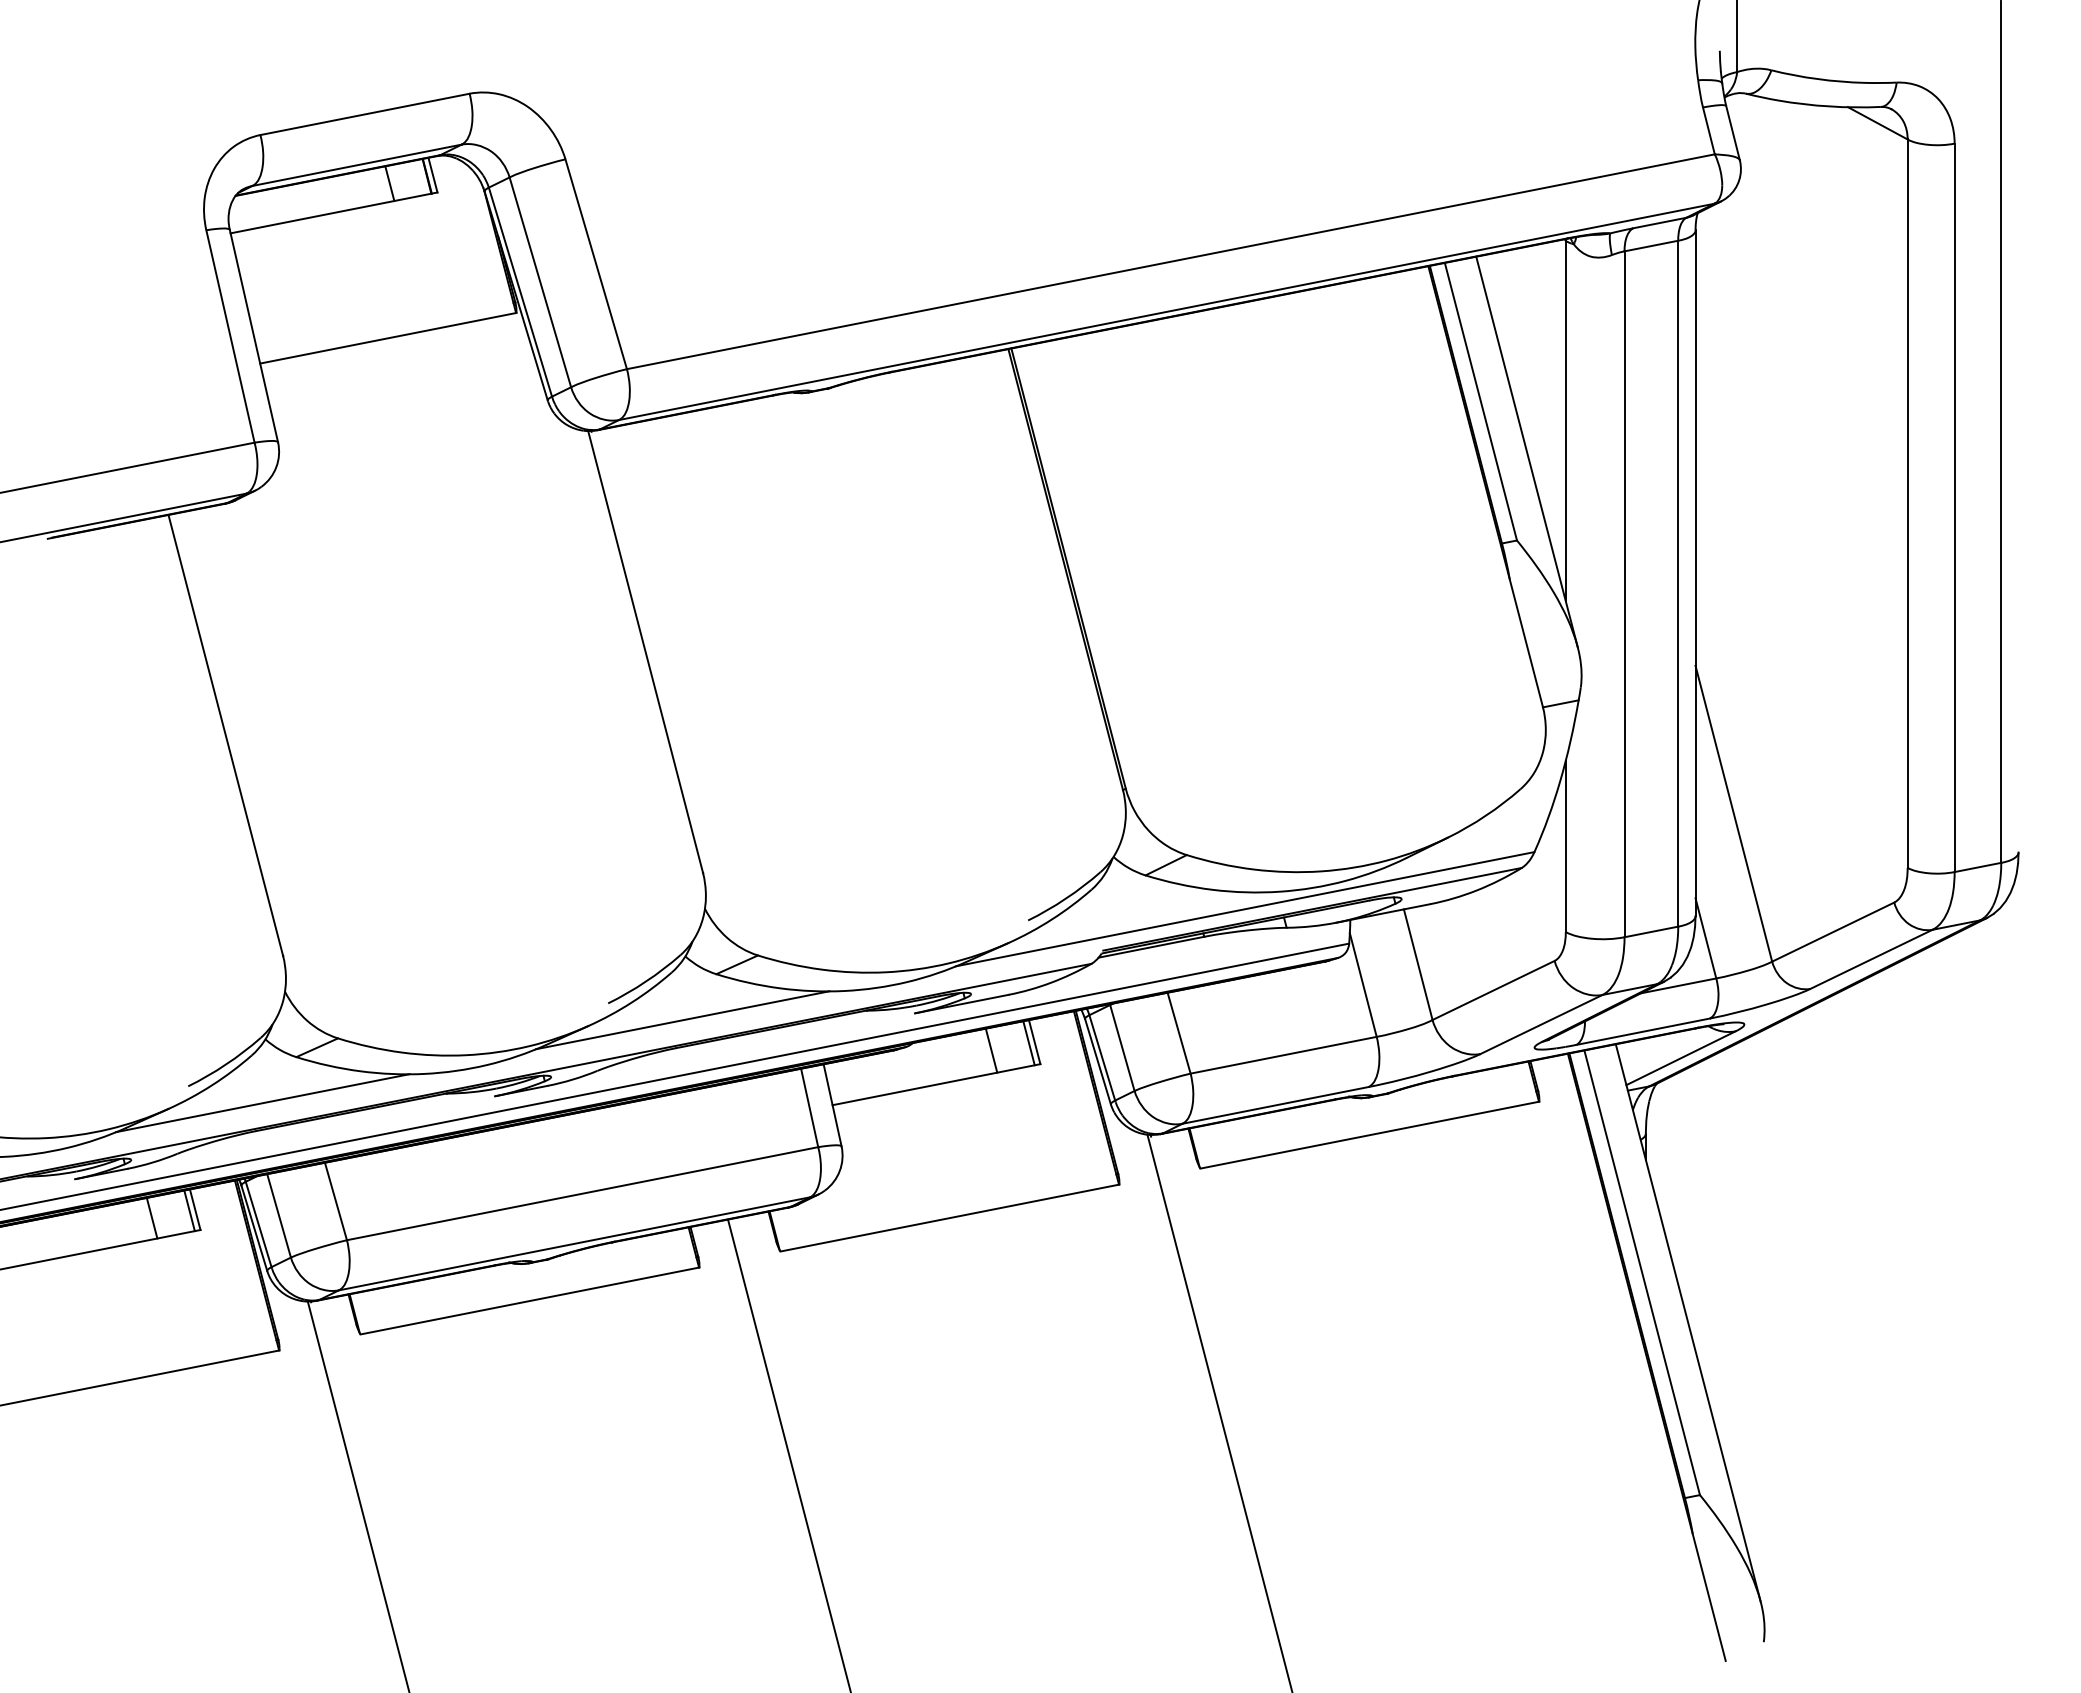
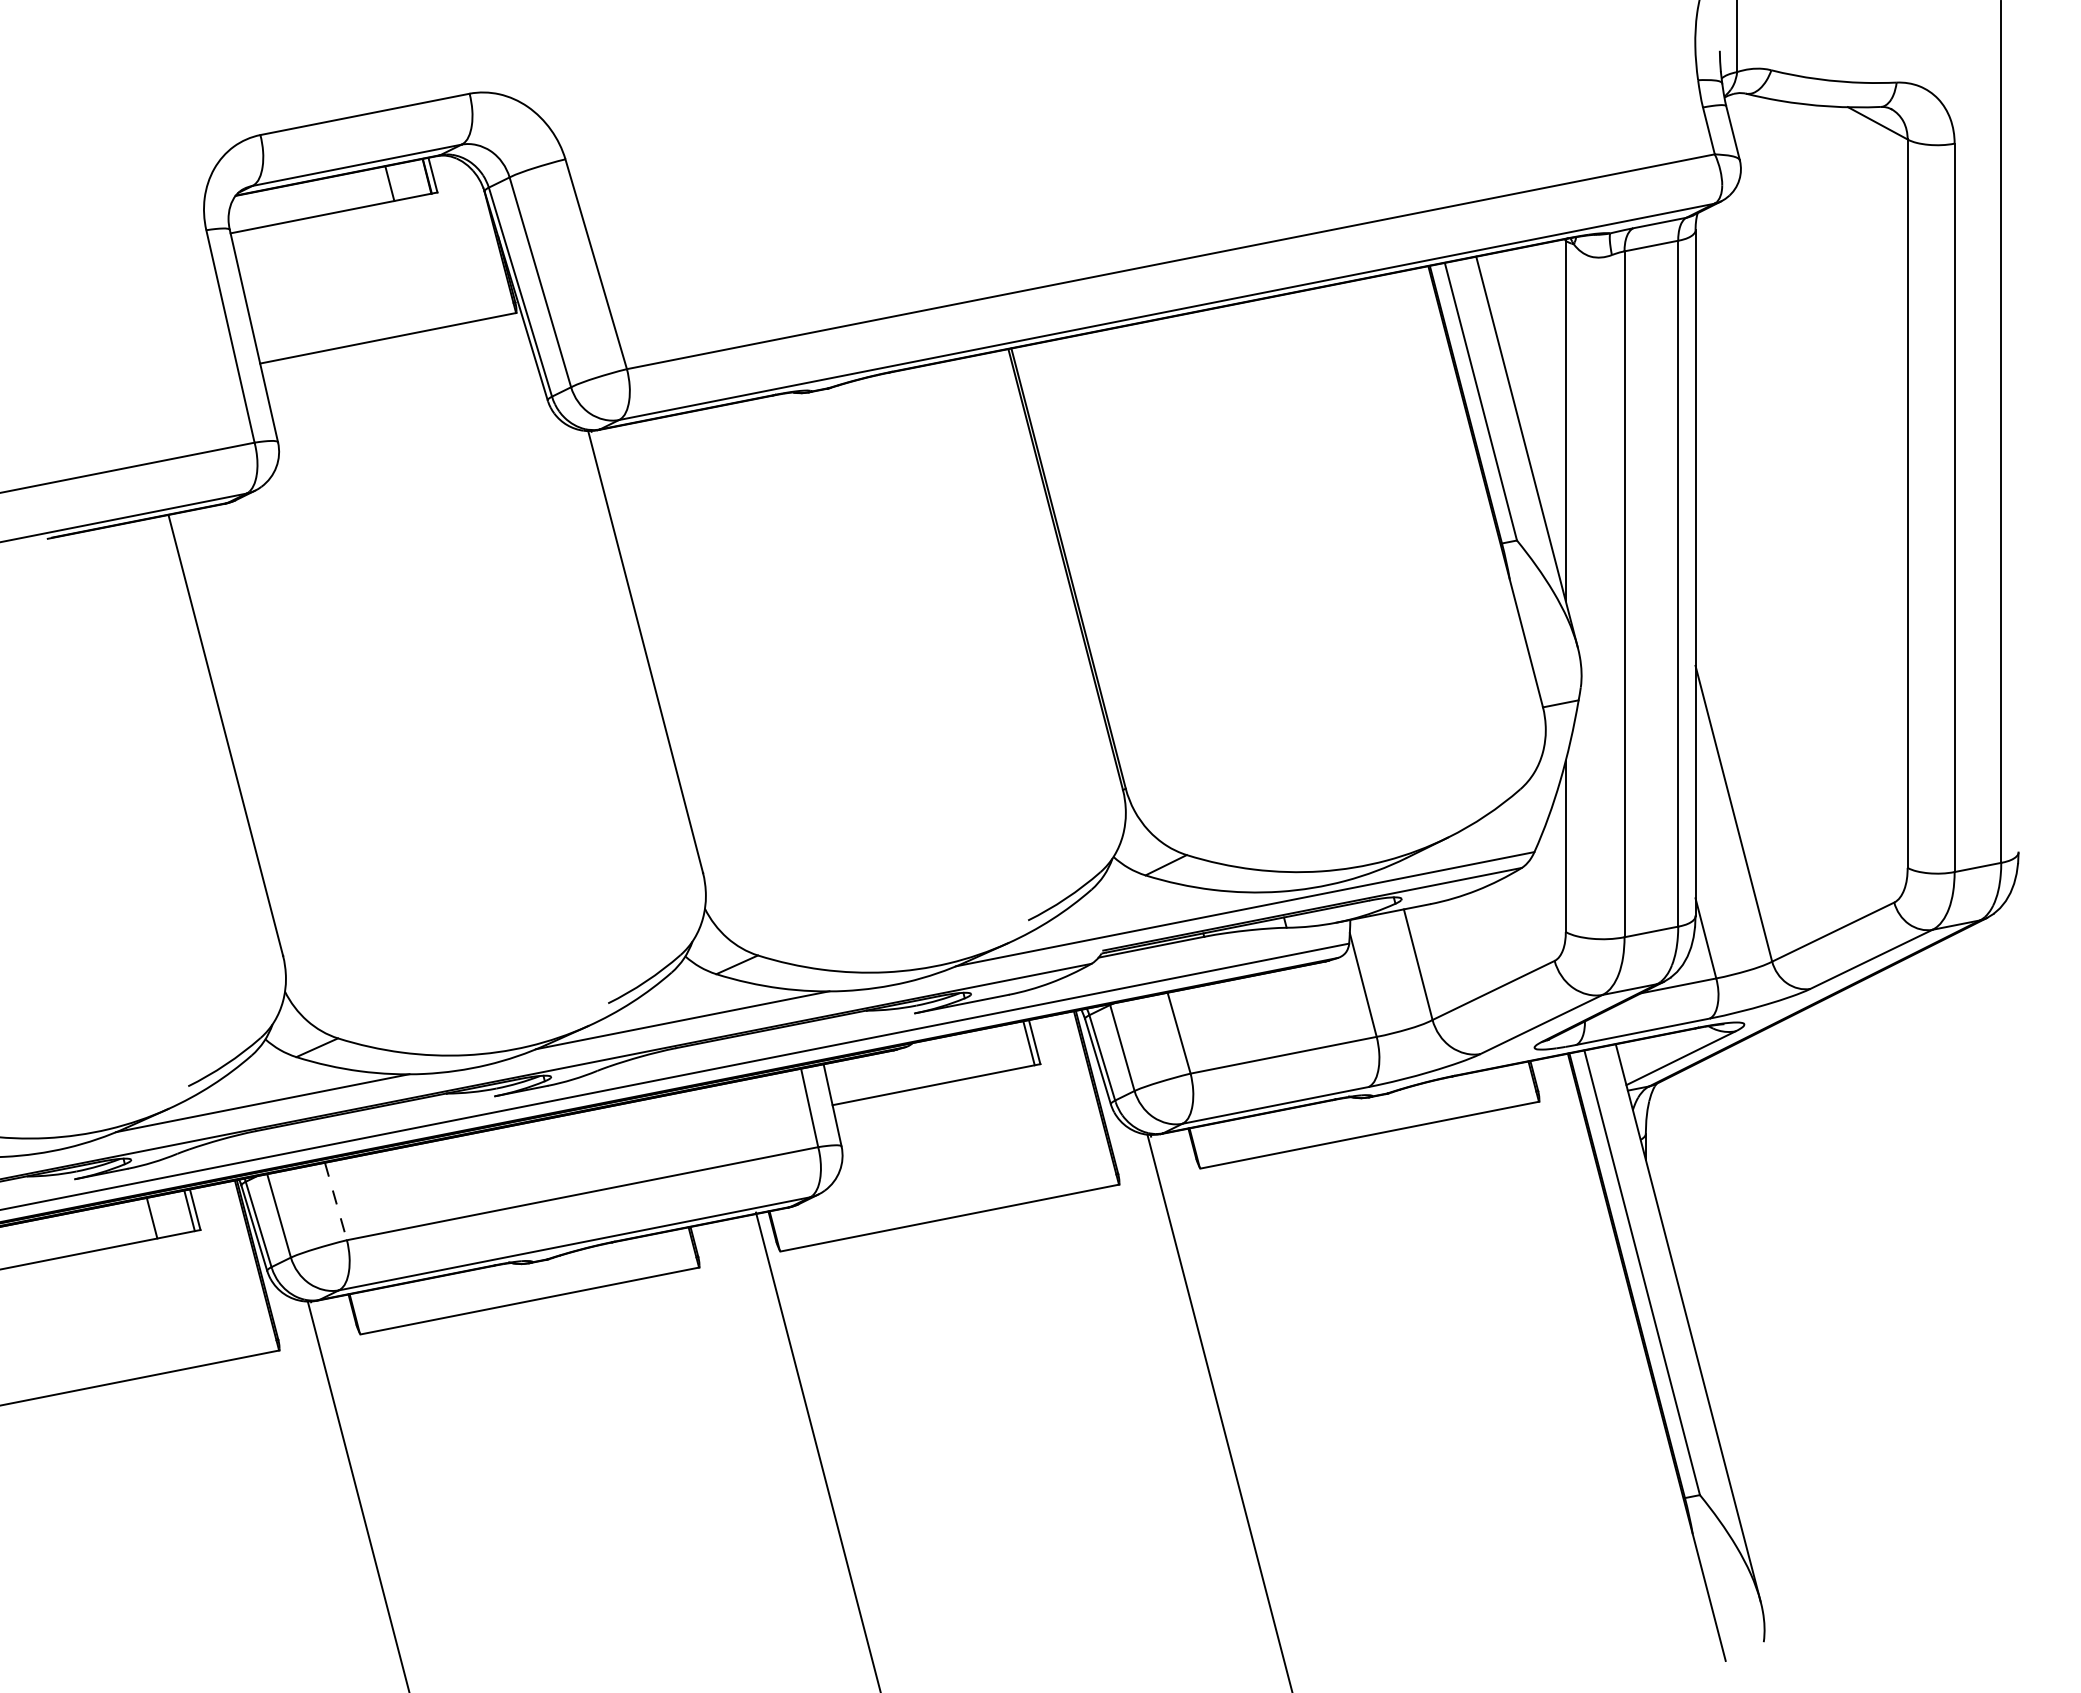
line at (991, 1050): present -> none
line at (336, 1201): solid -> dashed
line at (789, 1454) position: (789, 1454) -> (817, 1450)
